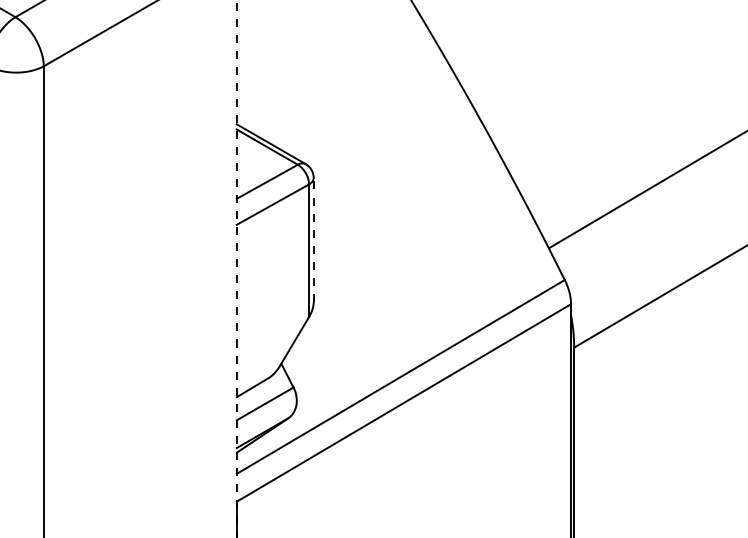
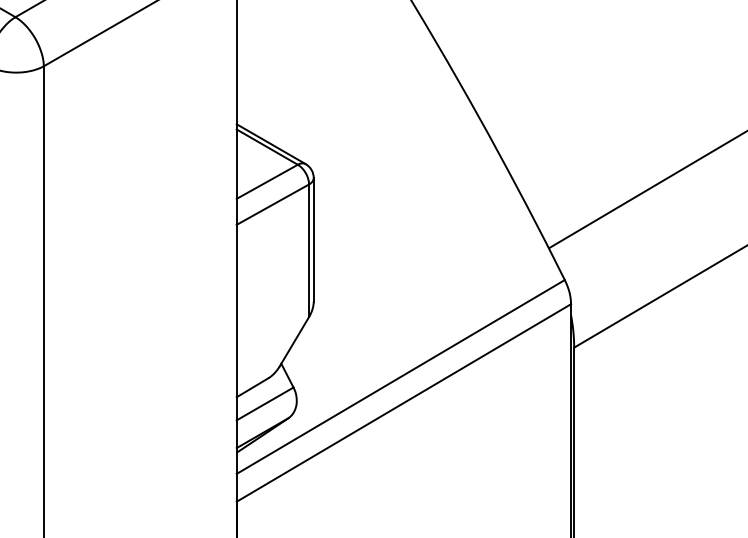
line at (313, 239): dashed -> solid
line at (236, 268): dashed -> solid
